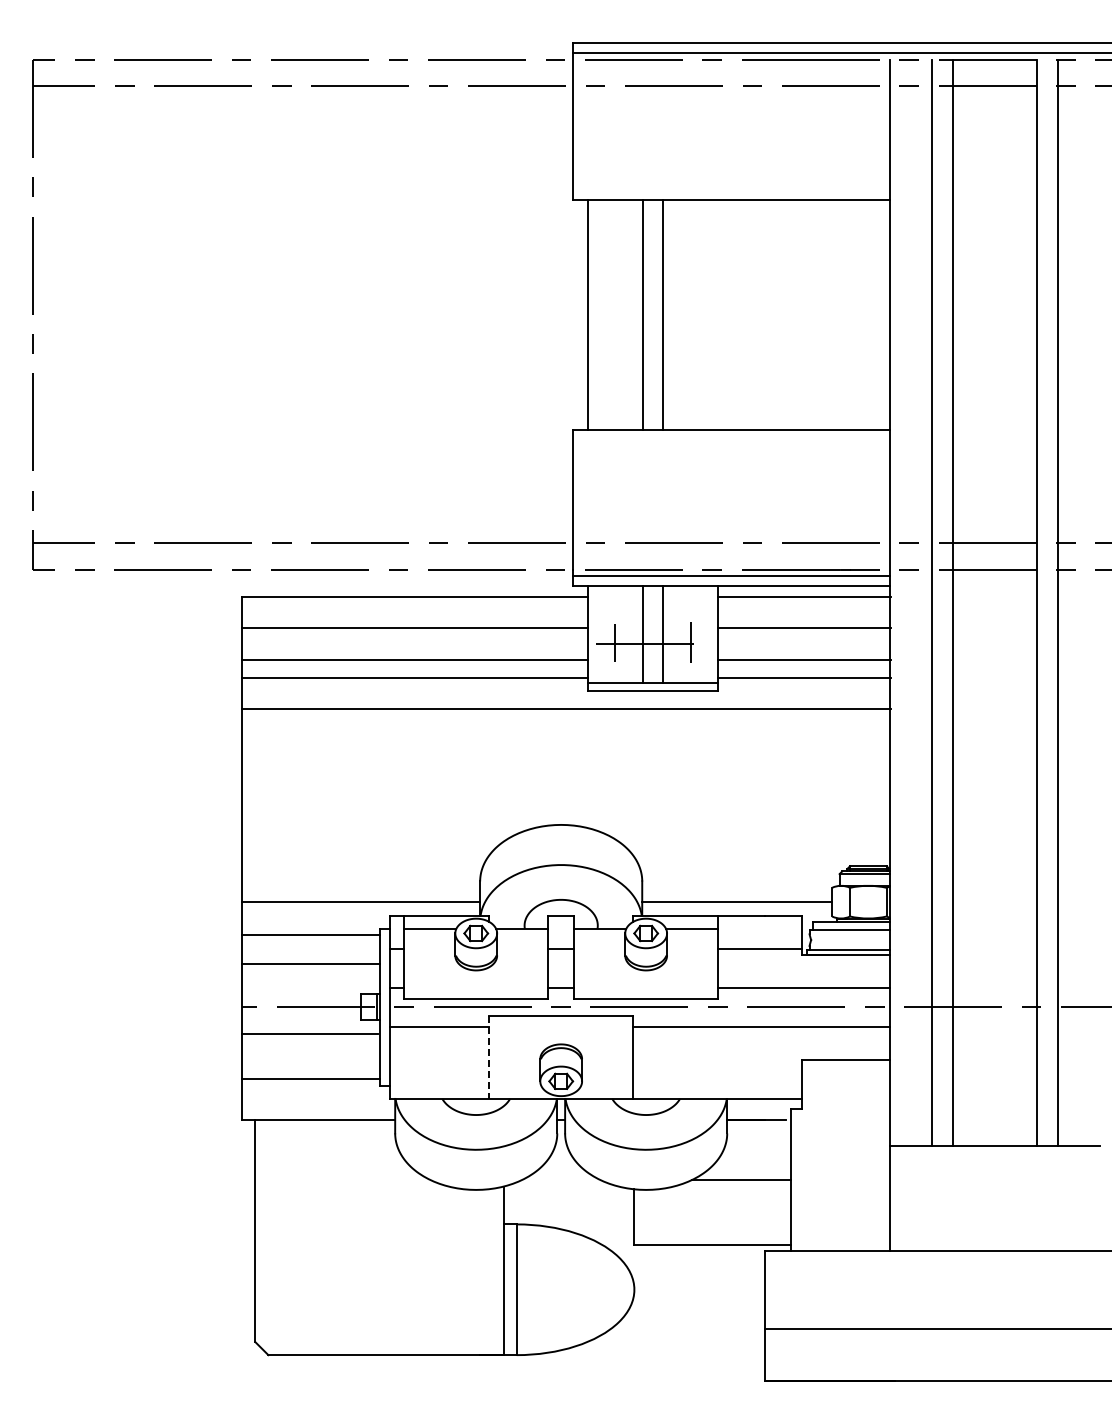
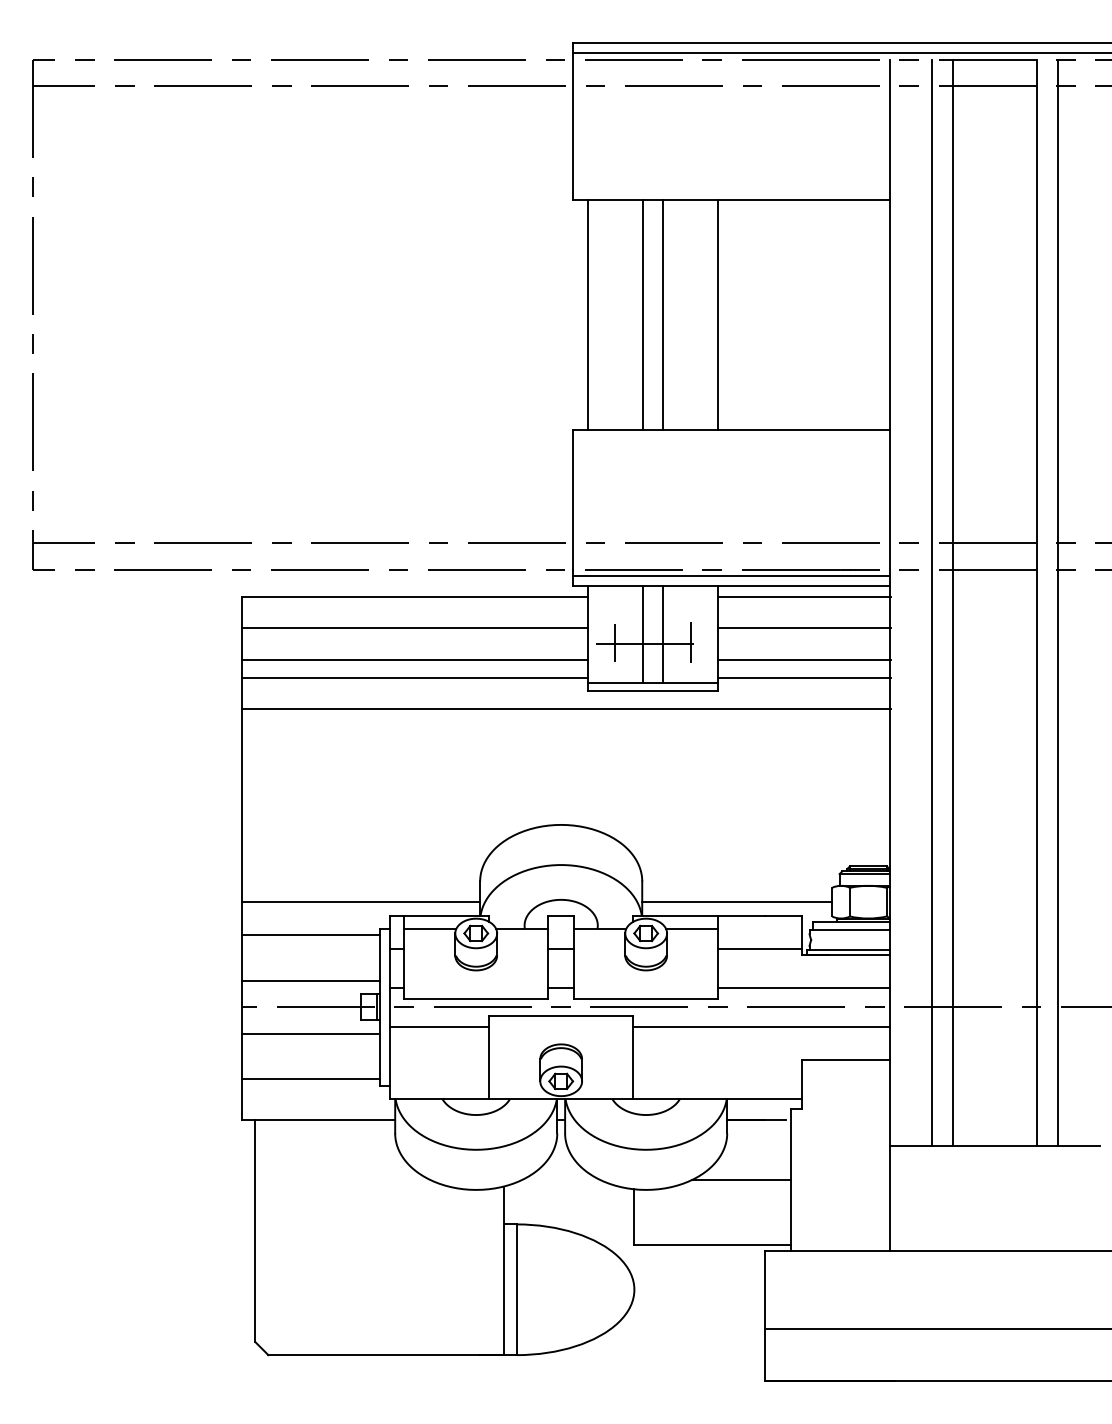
line at (718, 314): none -> present
line at (310, 964) position: (310, 964) -> (310, 981)
line at (489, 1058): dashed -> solid
